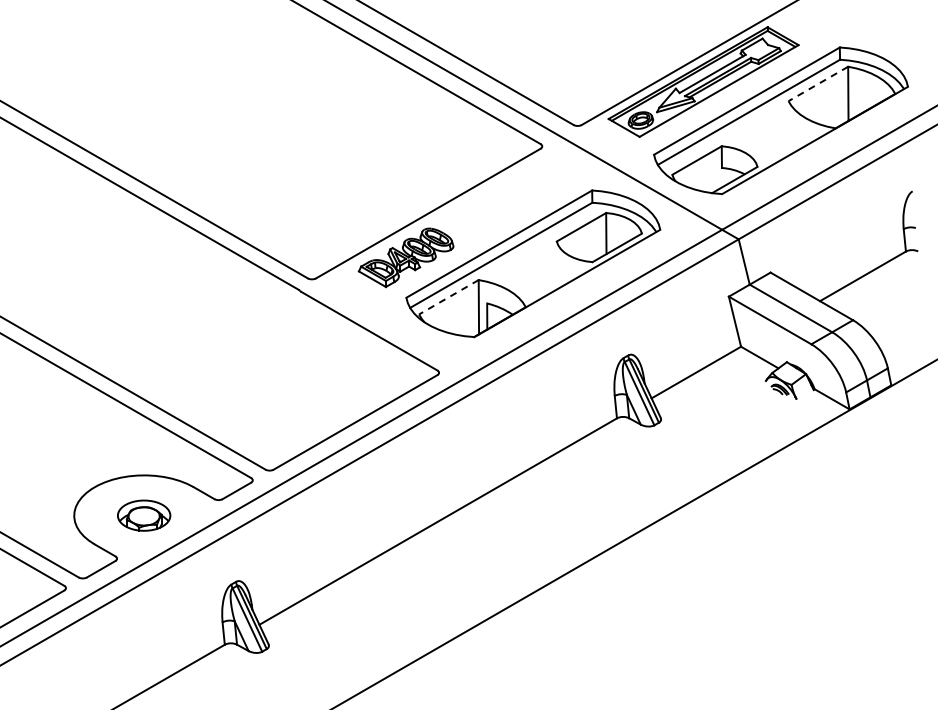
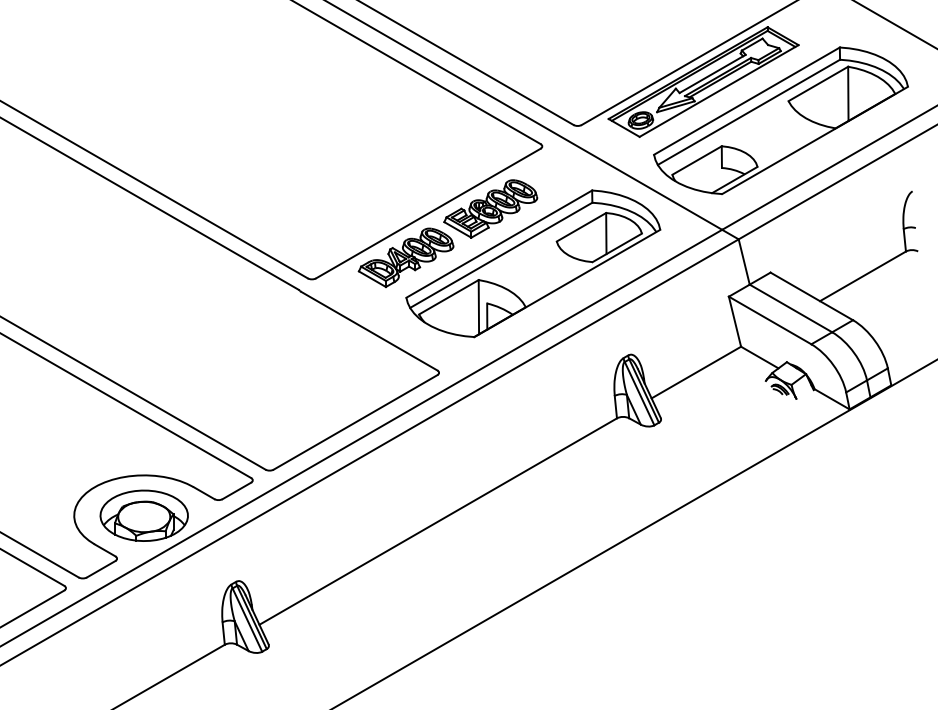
line at (895, 24): none -> present
line at (817, 84): dashed -> solid
part at (490, 208): none -> present
line at (448, 297): dashed -> solid
part at (144, 515) size: 55x33 px -> 90x53 px
